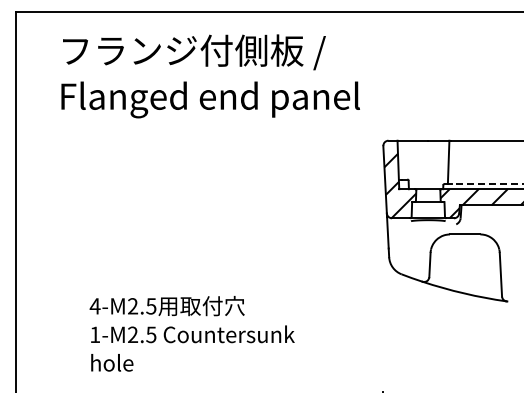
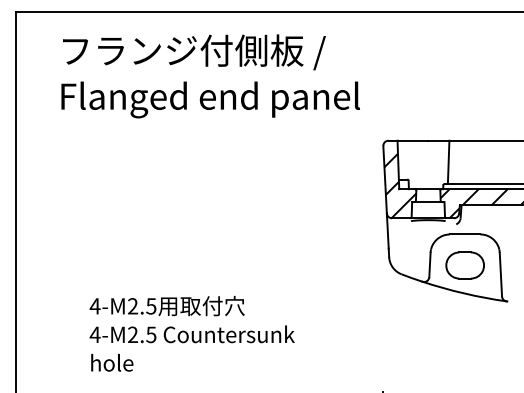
line at (487, 184): dashed -> solid
part at (464, 265): none -> present
text at (94, 334): 1-M2.5 -> 4-M2.5
